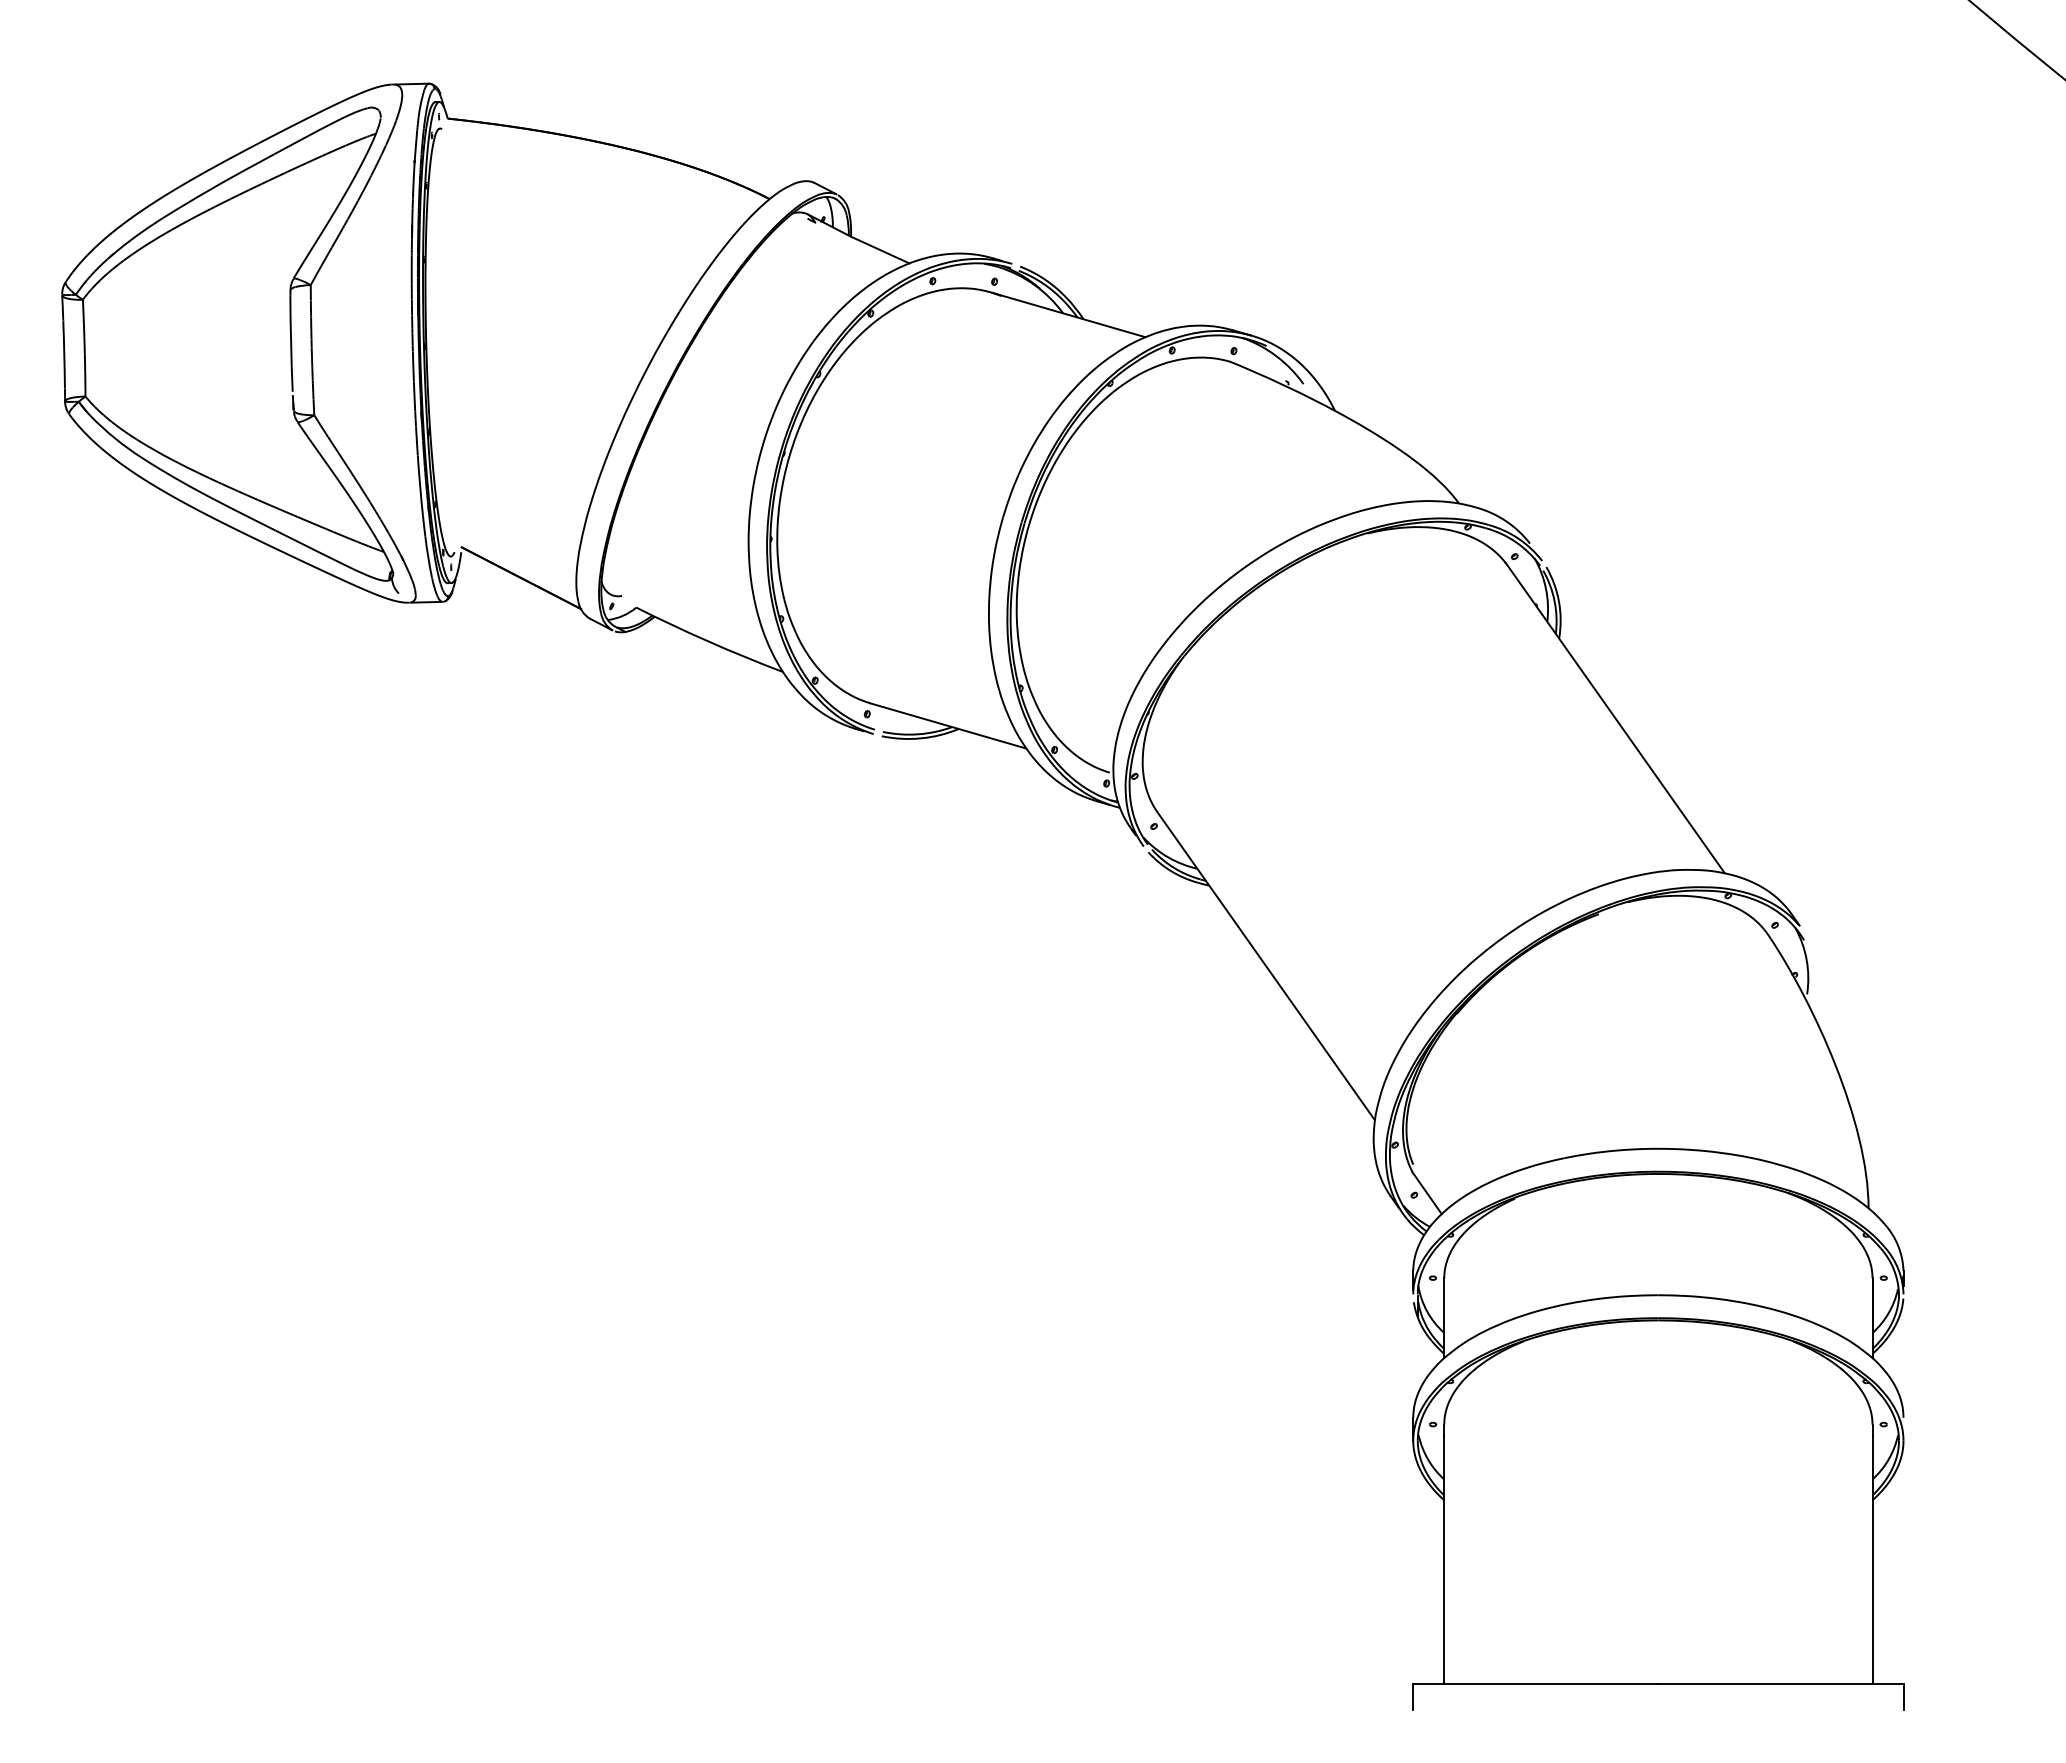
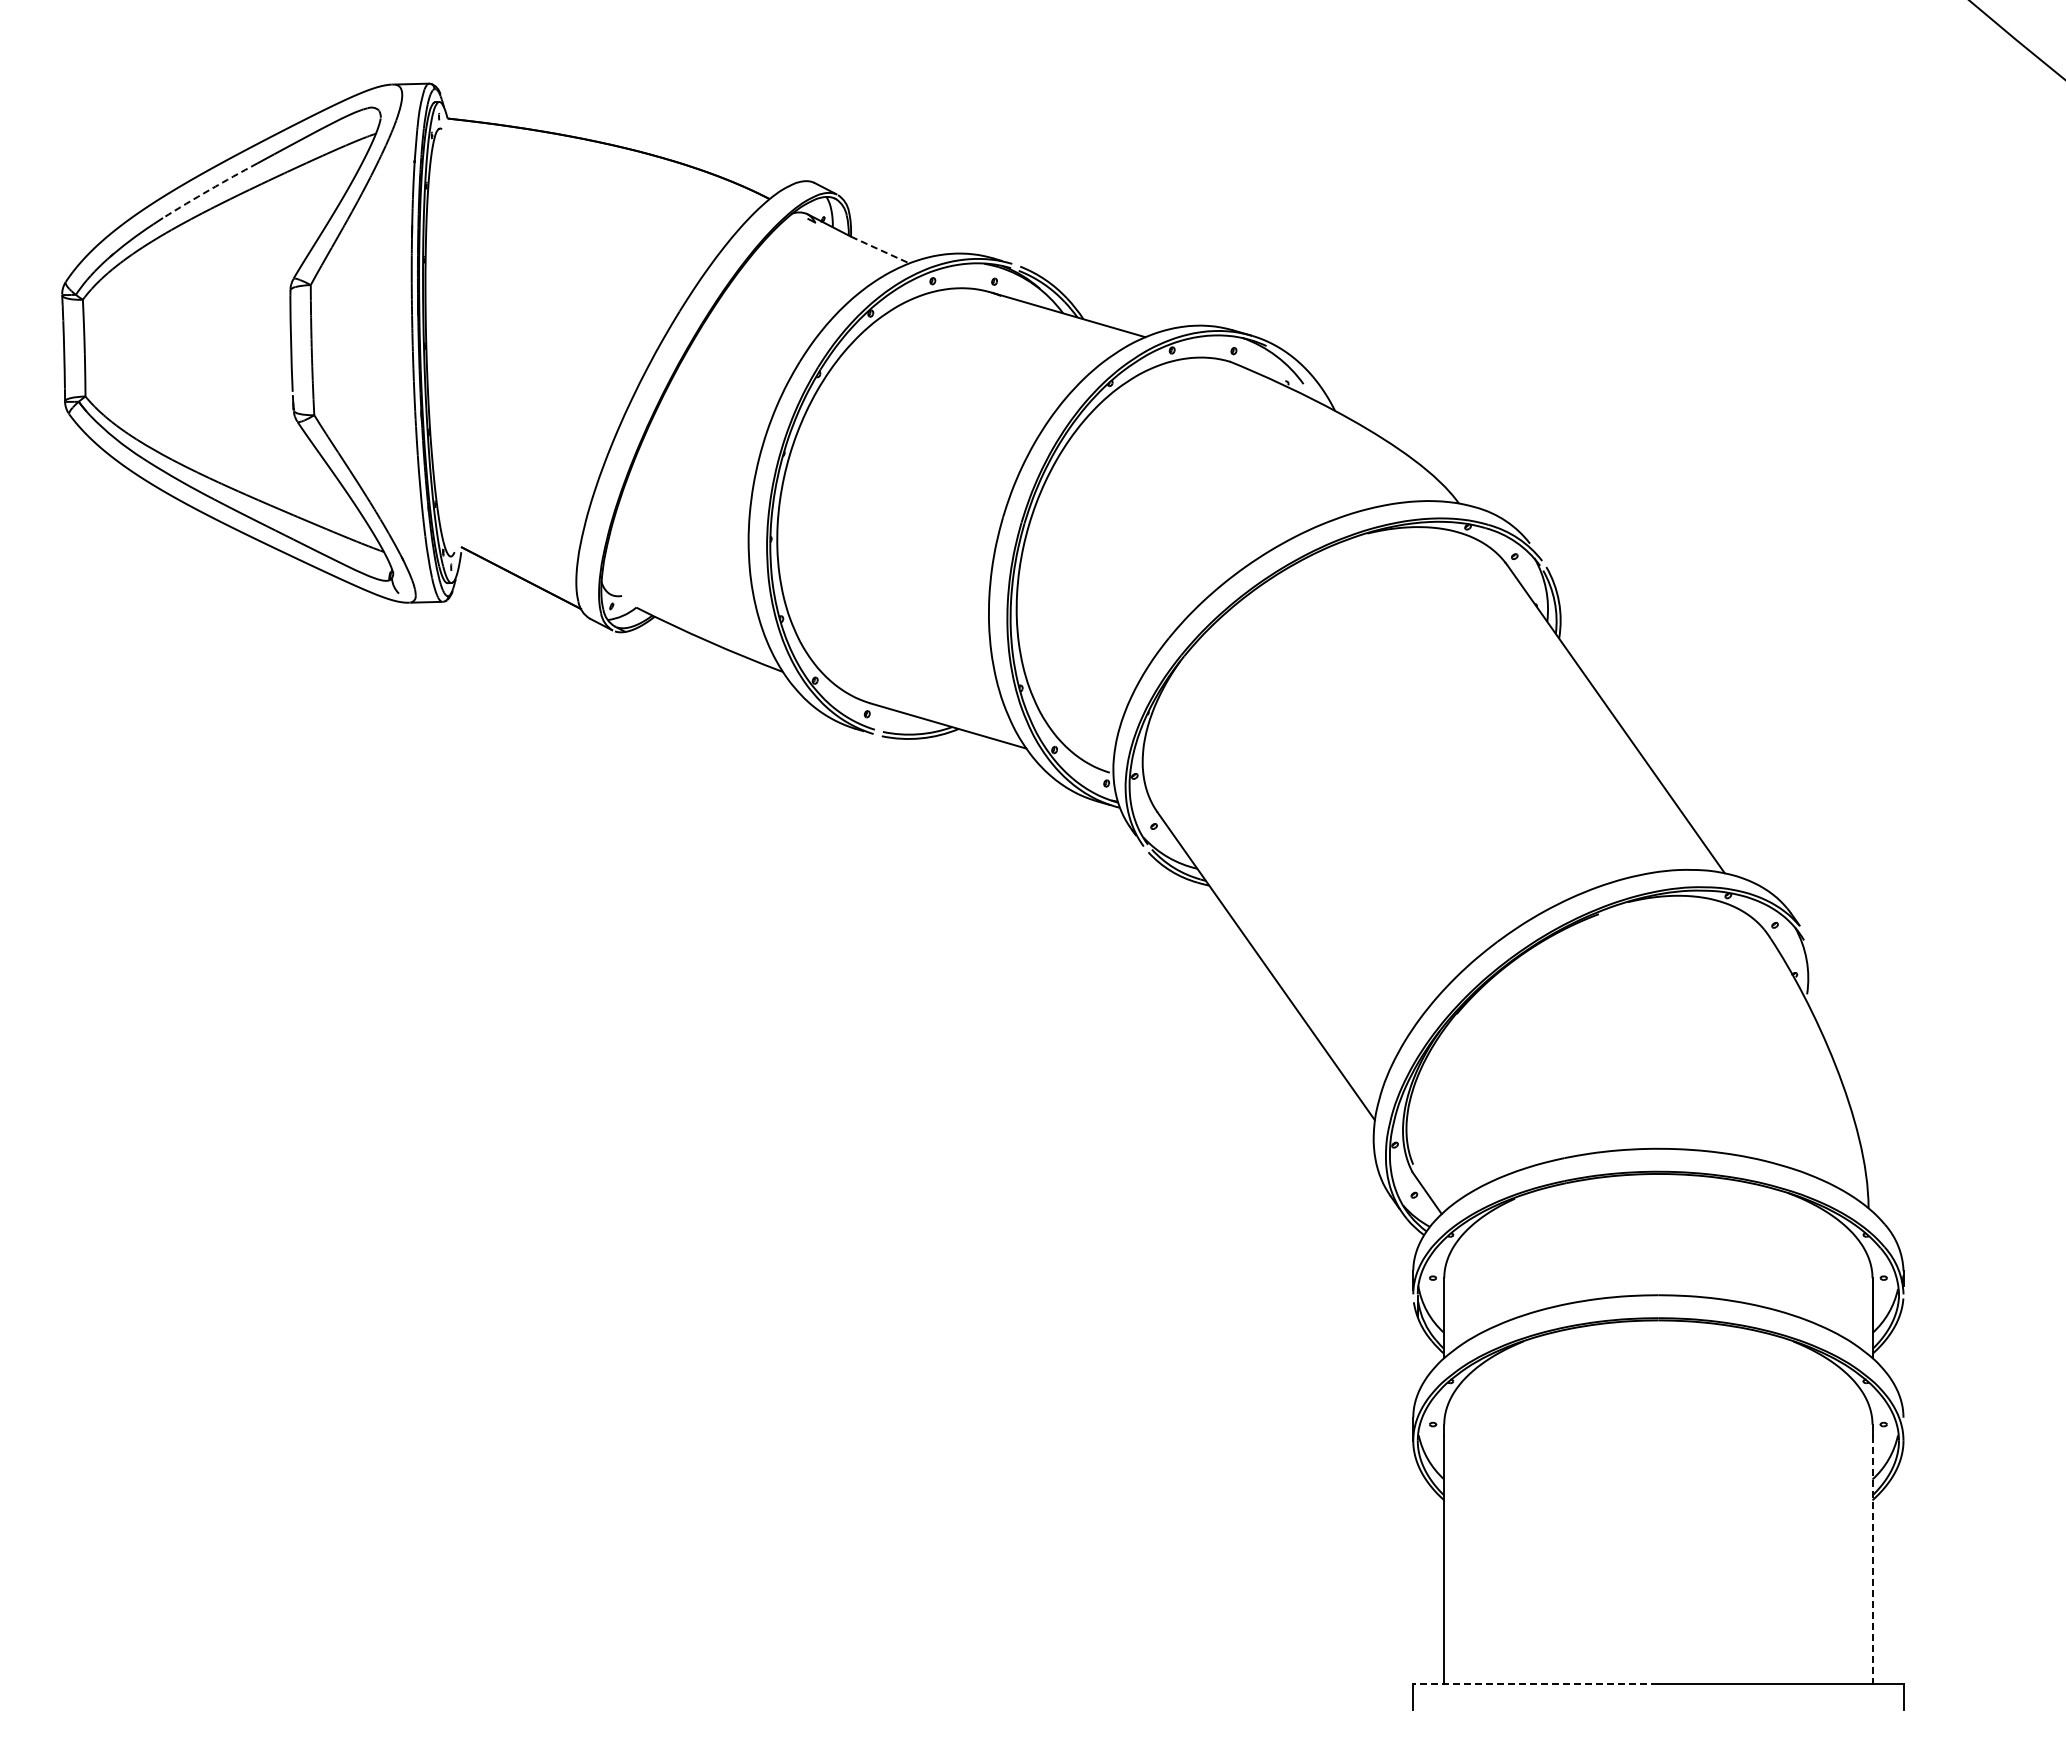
arc at (209, 189): solid -> dashed
line at (880, 250): solid -> dashed
line at (1872, 1559): solid -> dashed
line at (1535, 1683): solid -> dashed
